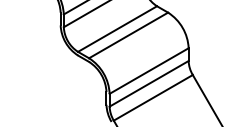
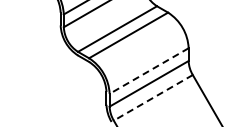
line at (149, 71): solid -> dashed
line at (153, 97): solid -> dashed
